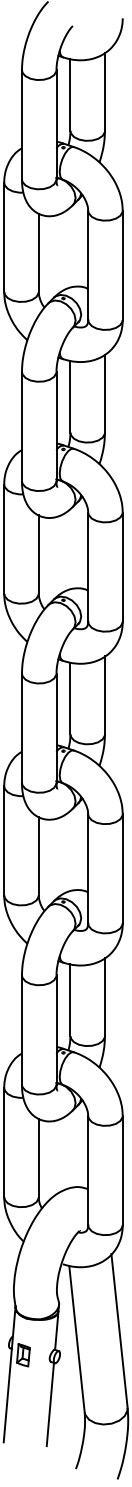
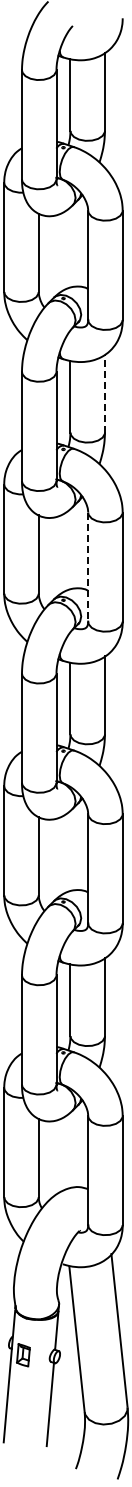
line at (104, 393): solid -> dashed
line at (88, 567): solid -> dashed
